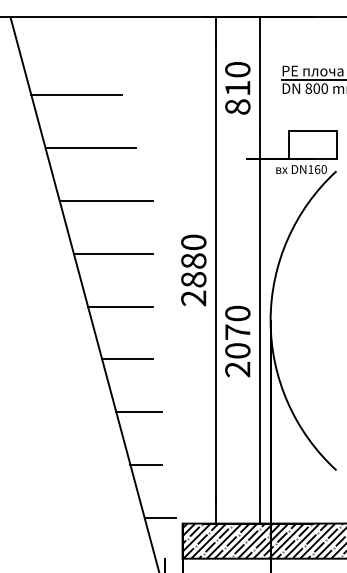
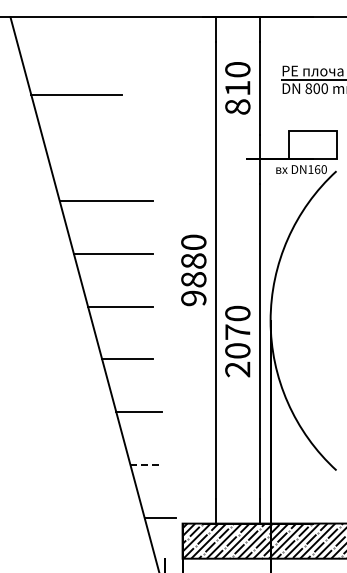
line at (90, 148): present -> none
text at (193, 298): 2880 -> 9880
line at (146, 464): solid -> dashed
